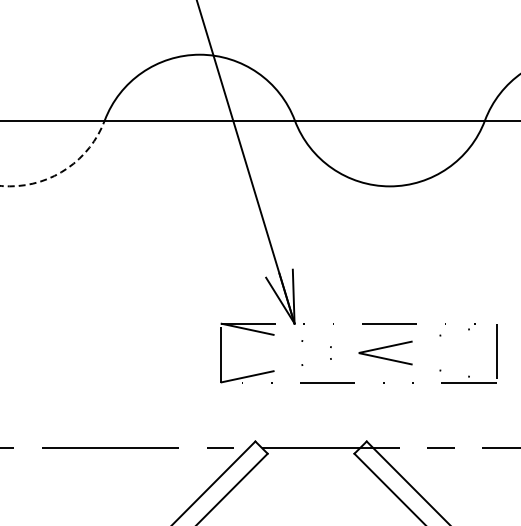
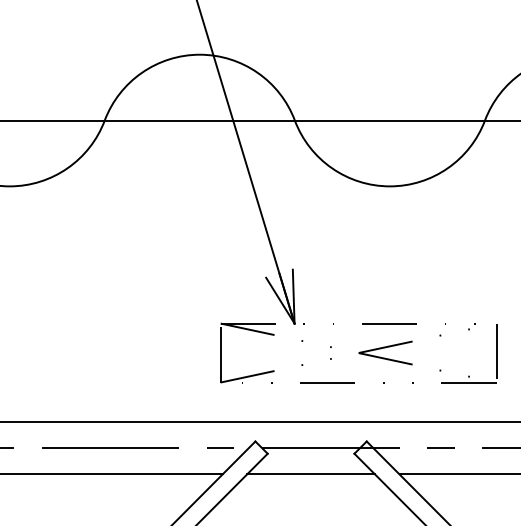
arc at (63, 170): dashed -> solid
line at (259, 422): none -> present
line at (112, 474): none -> present
line at (311, 474): none -> present
line at (458, 474): none -> present
